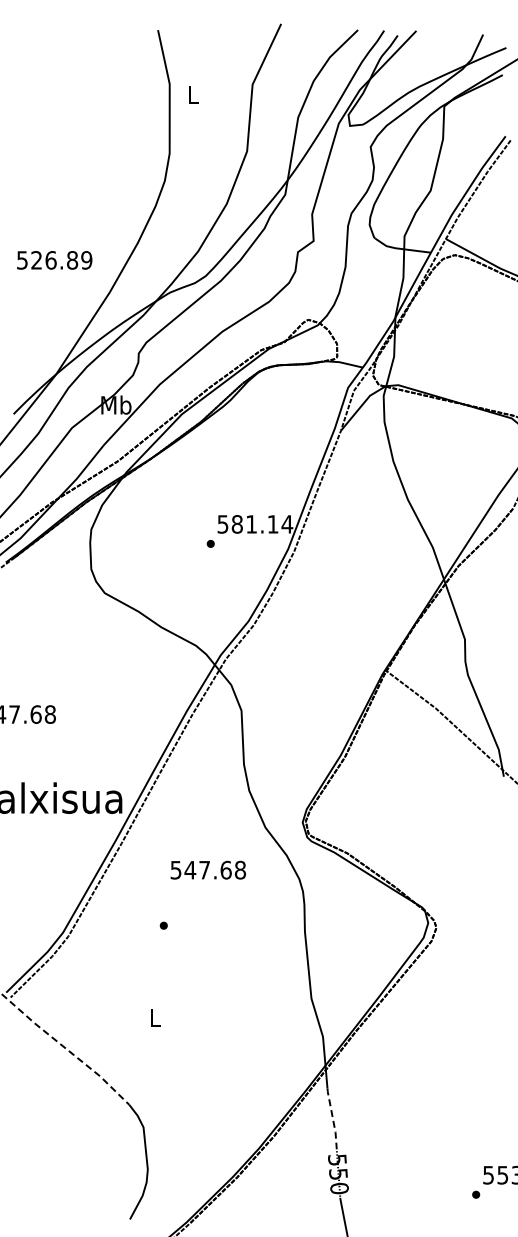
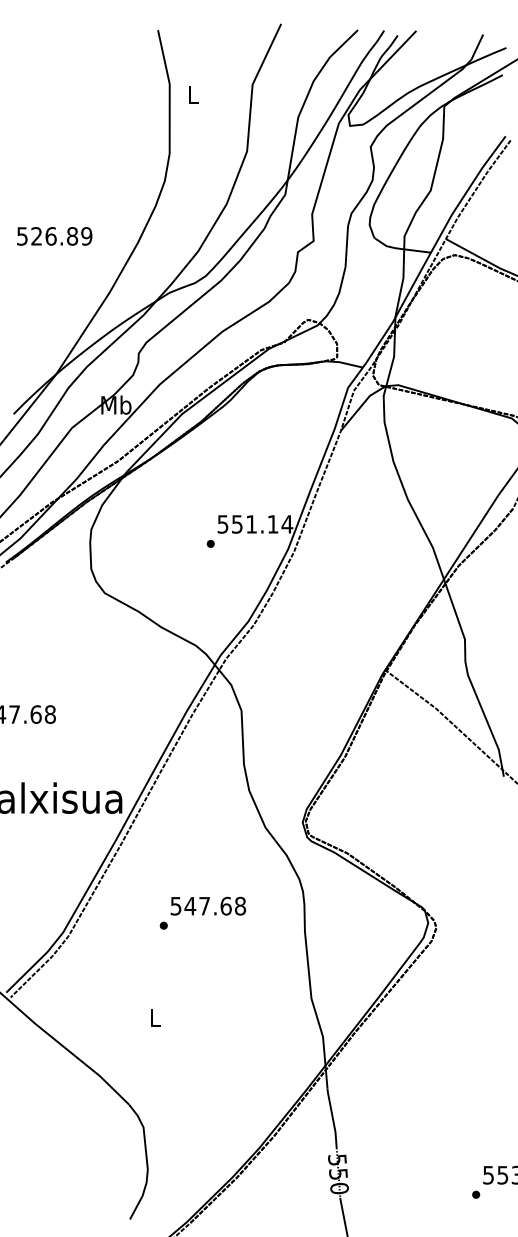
text at (54, 260) position: (54, 260) -> (54, 236)
text at (236, 524): 581.14 -> 551.14
text at (207, 869) position: (207, 869) -> (207, 905)
line at (65, 1047): dashed -> solid
line at (332, 1117): dashed -> solid
